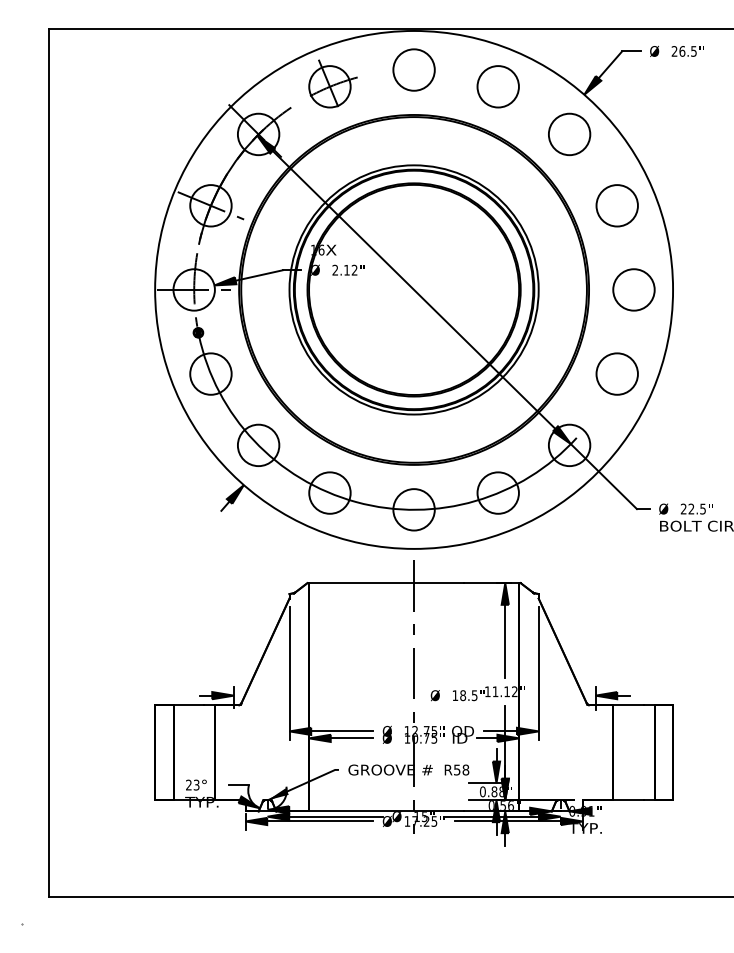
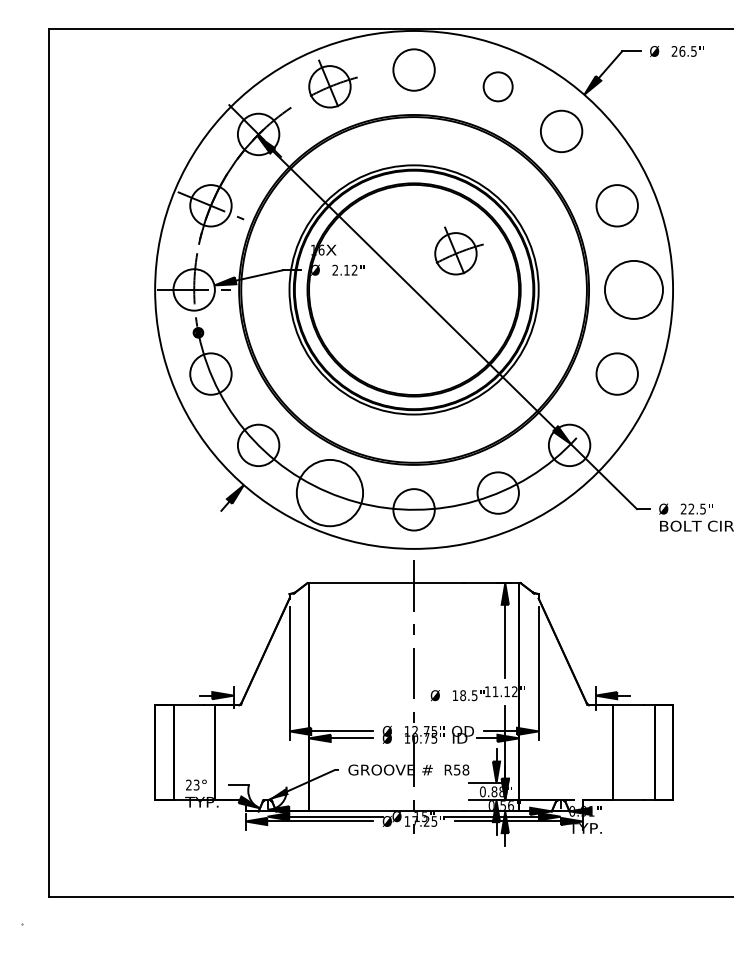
circle at (497, 86) size: 44x44 px -> 32x32 px
circle at (569, 134) position: (569, 134) -> (561, 131)
part at (458, 250): none -> present
circle at (633, 289) diameter: 41 px -> 58 px
circle at (329, 492) diameter: 41 px -> 66 px
